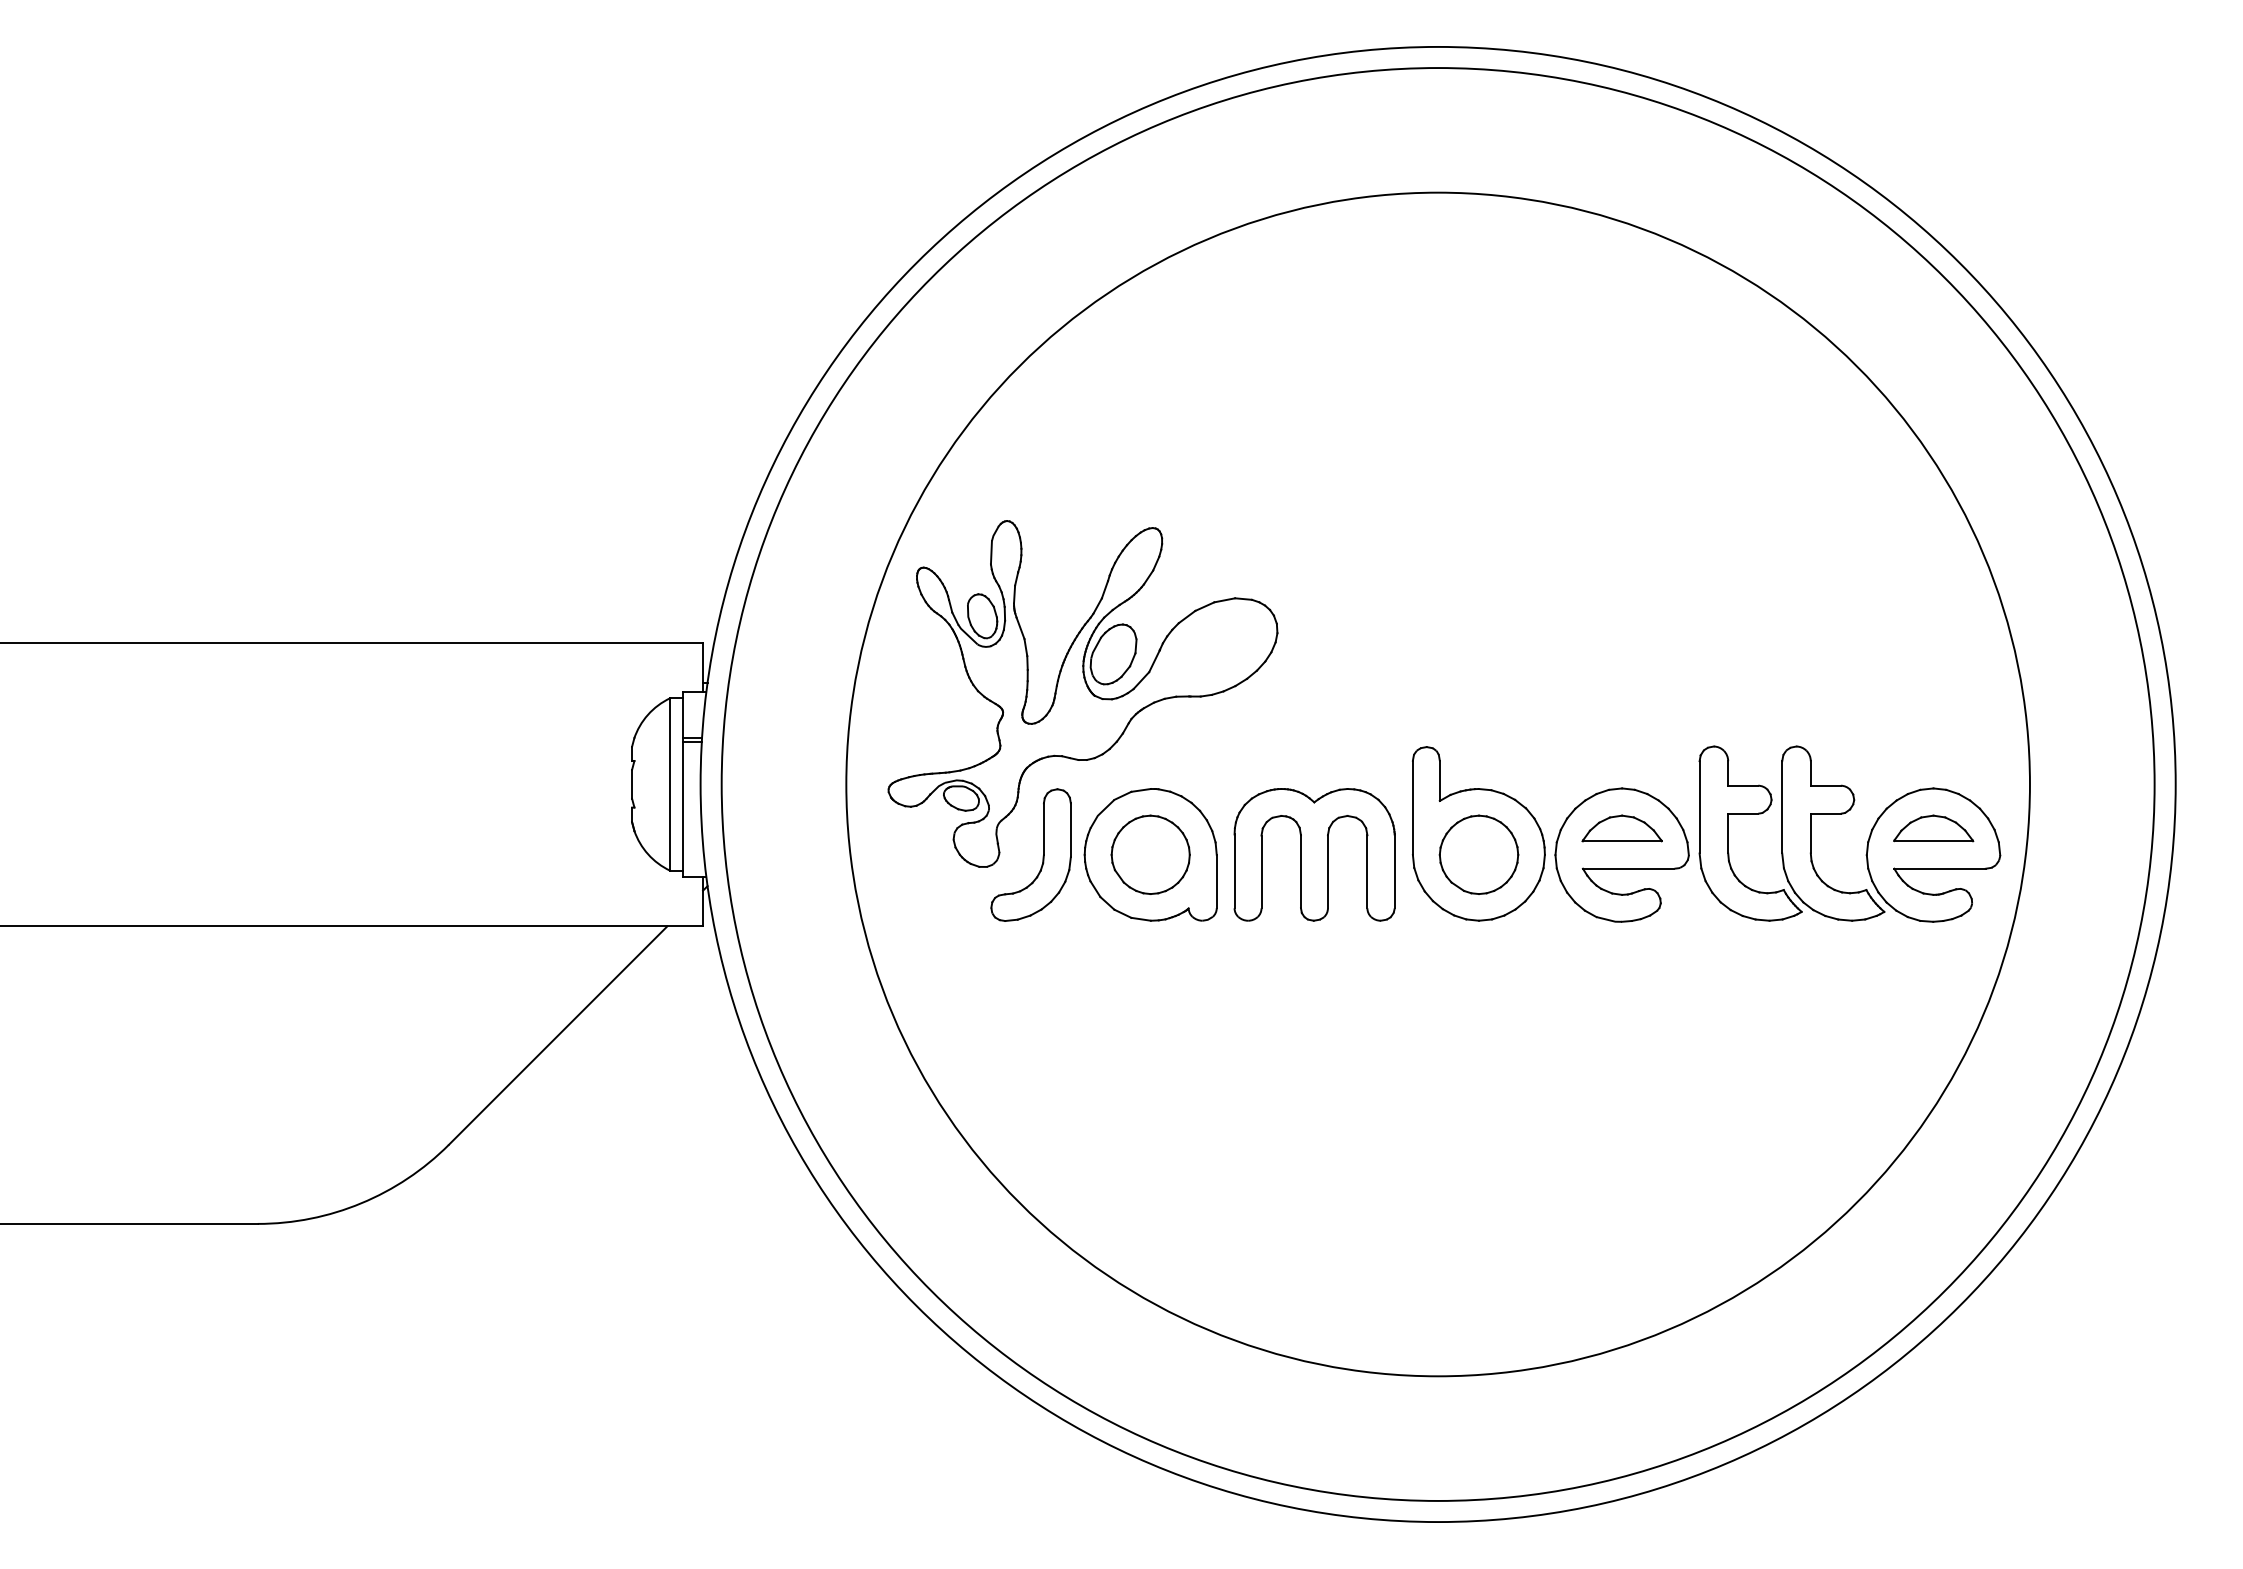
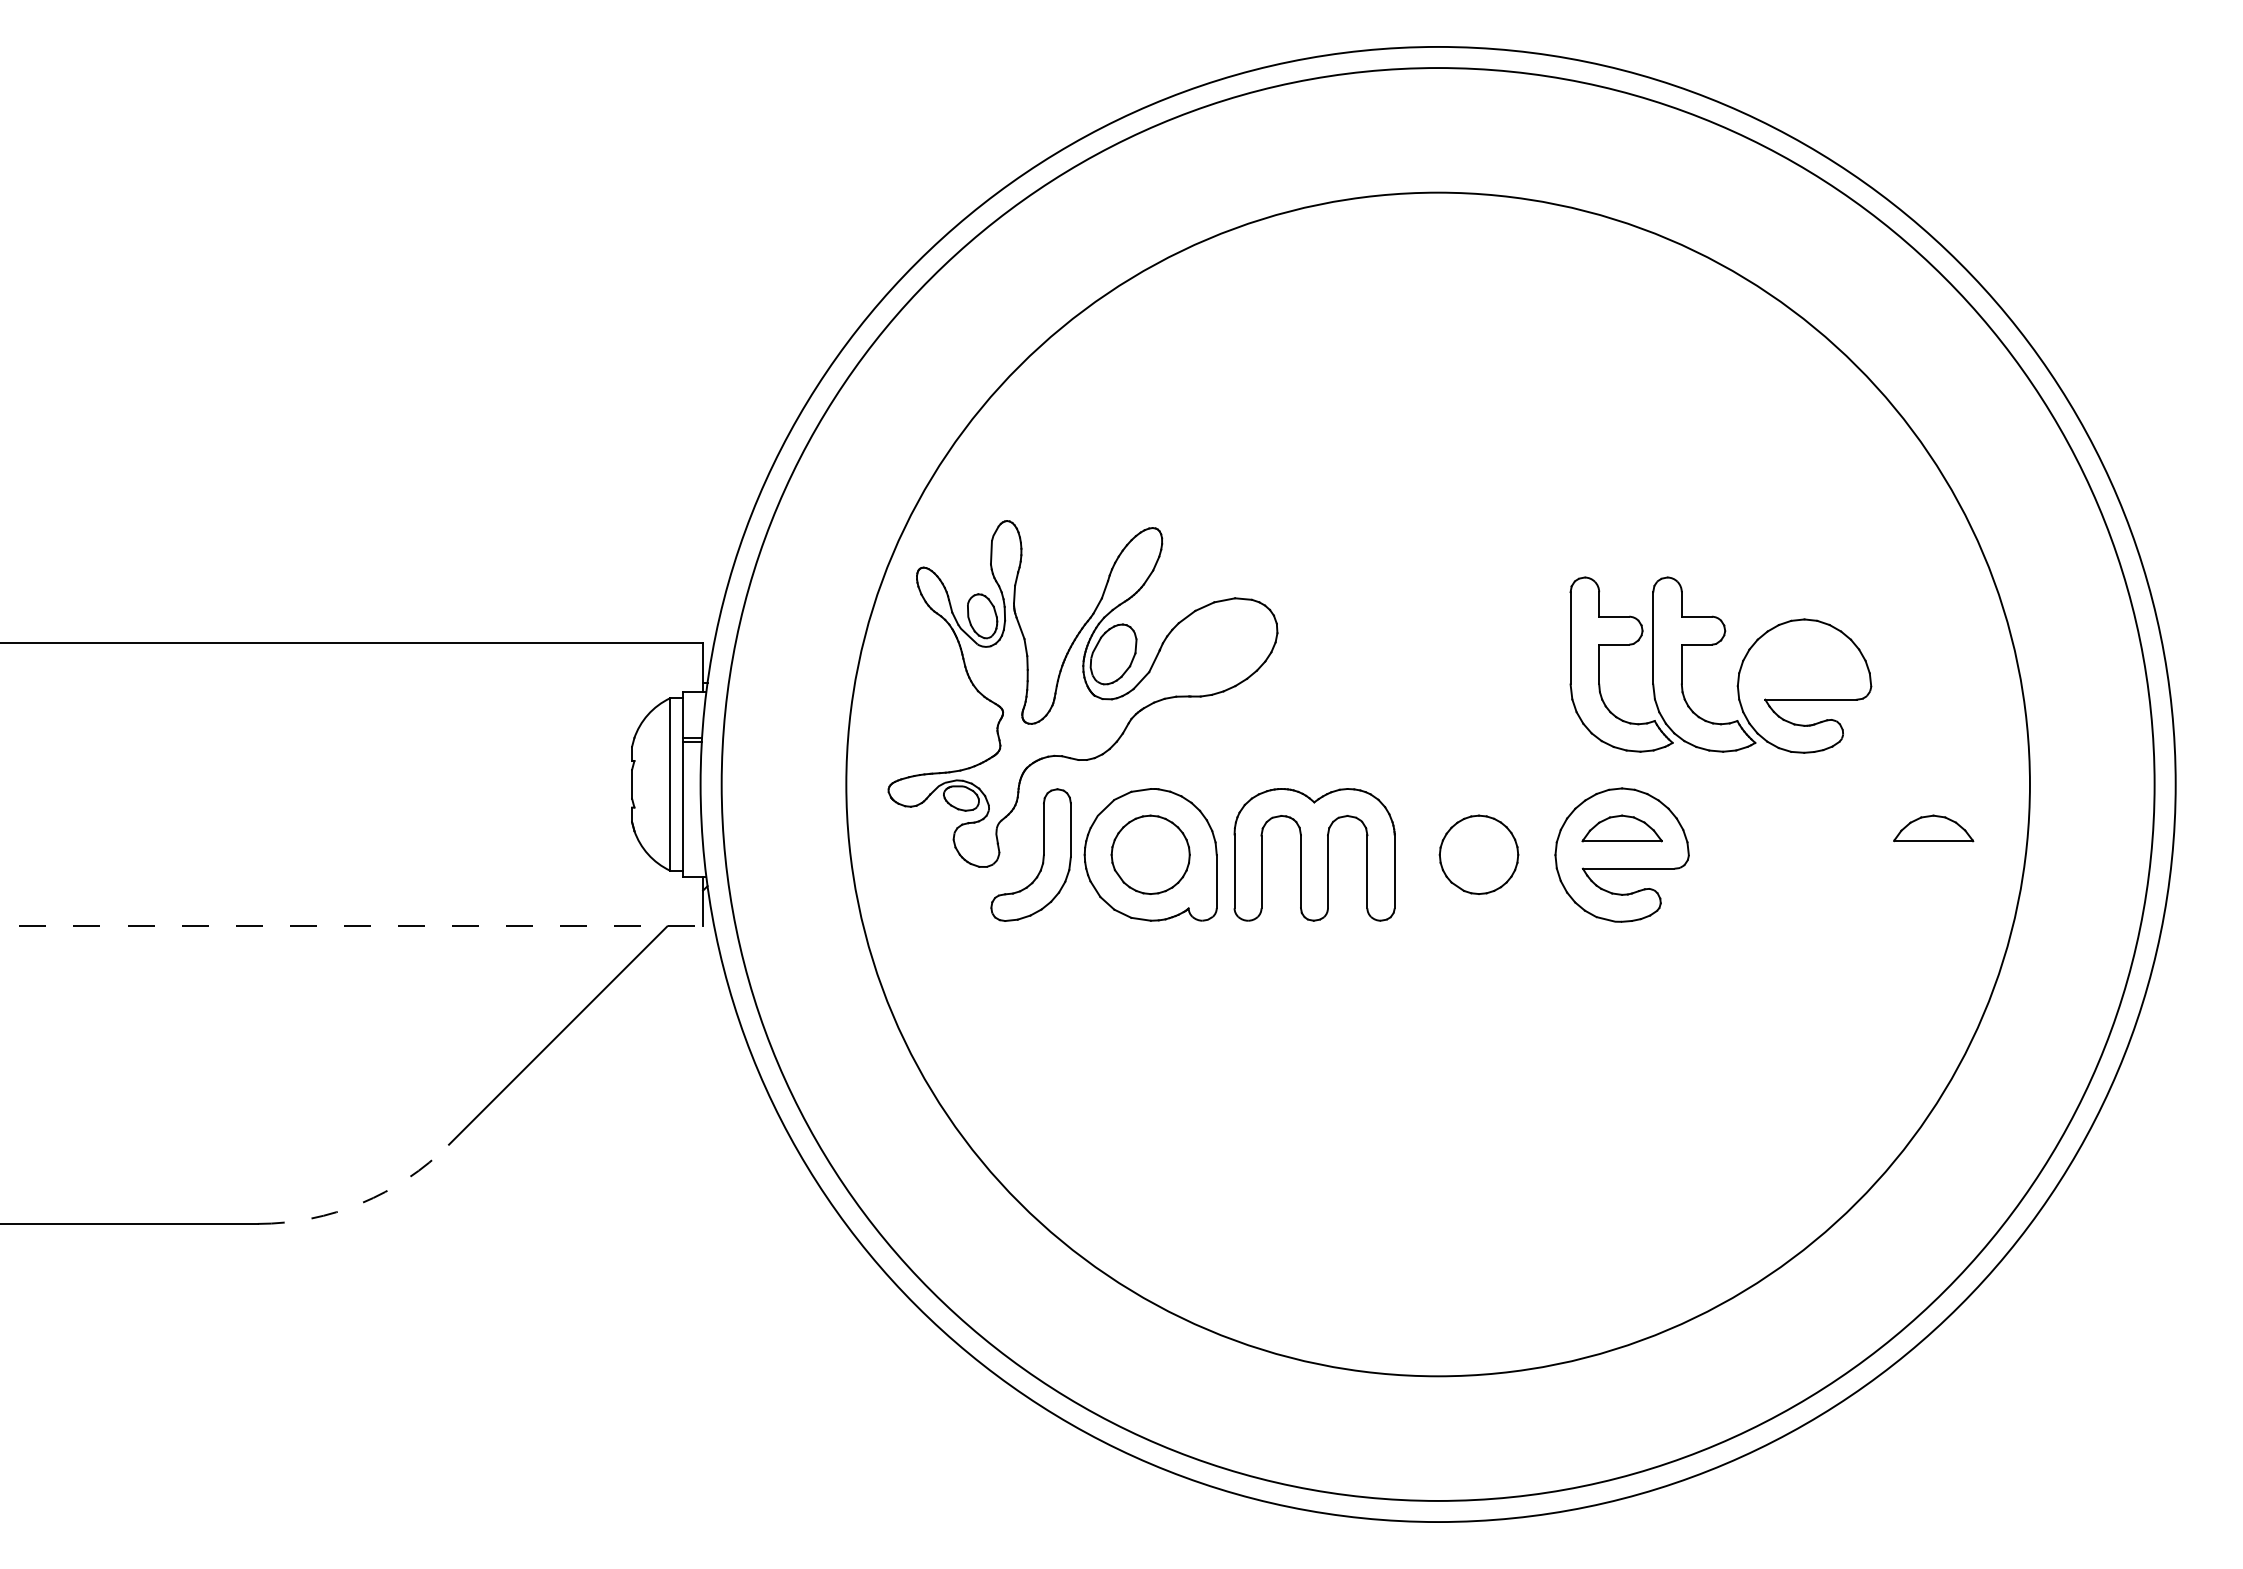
part at (1478, 833): present -> none
part at (1867, 840) position: (1867, 840) -> (1738, 671)
line at (352, 926): solid -> dashed
arc at (361, 1203): solid -> dashed
